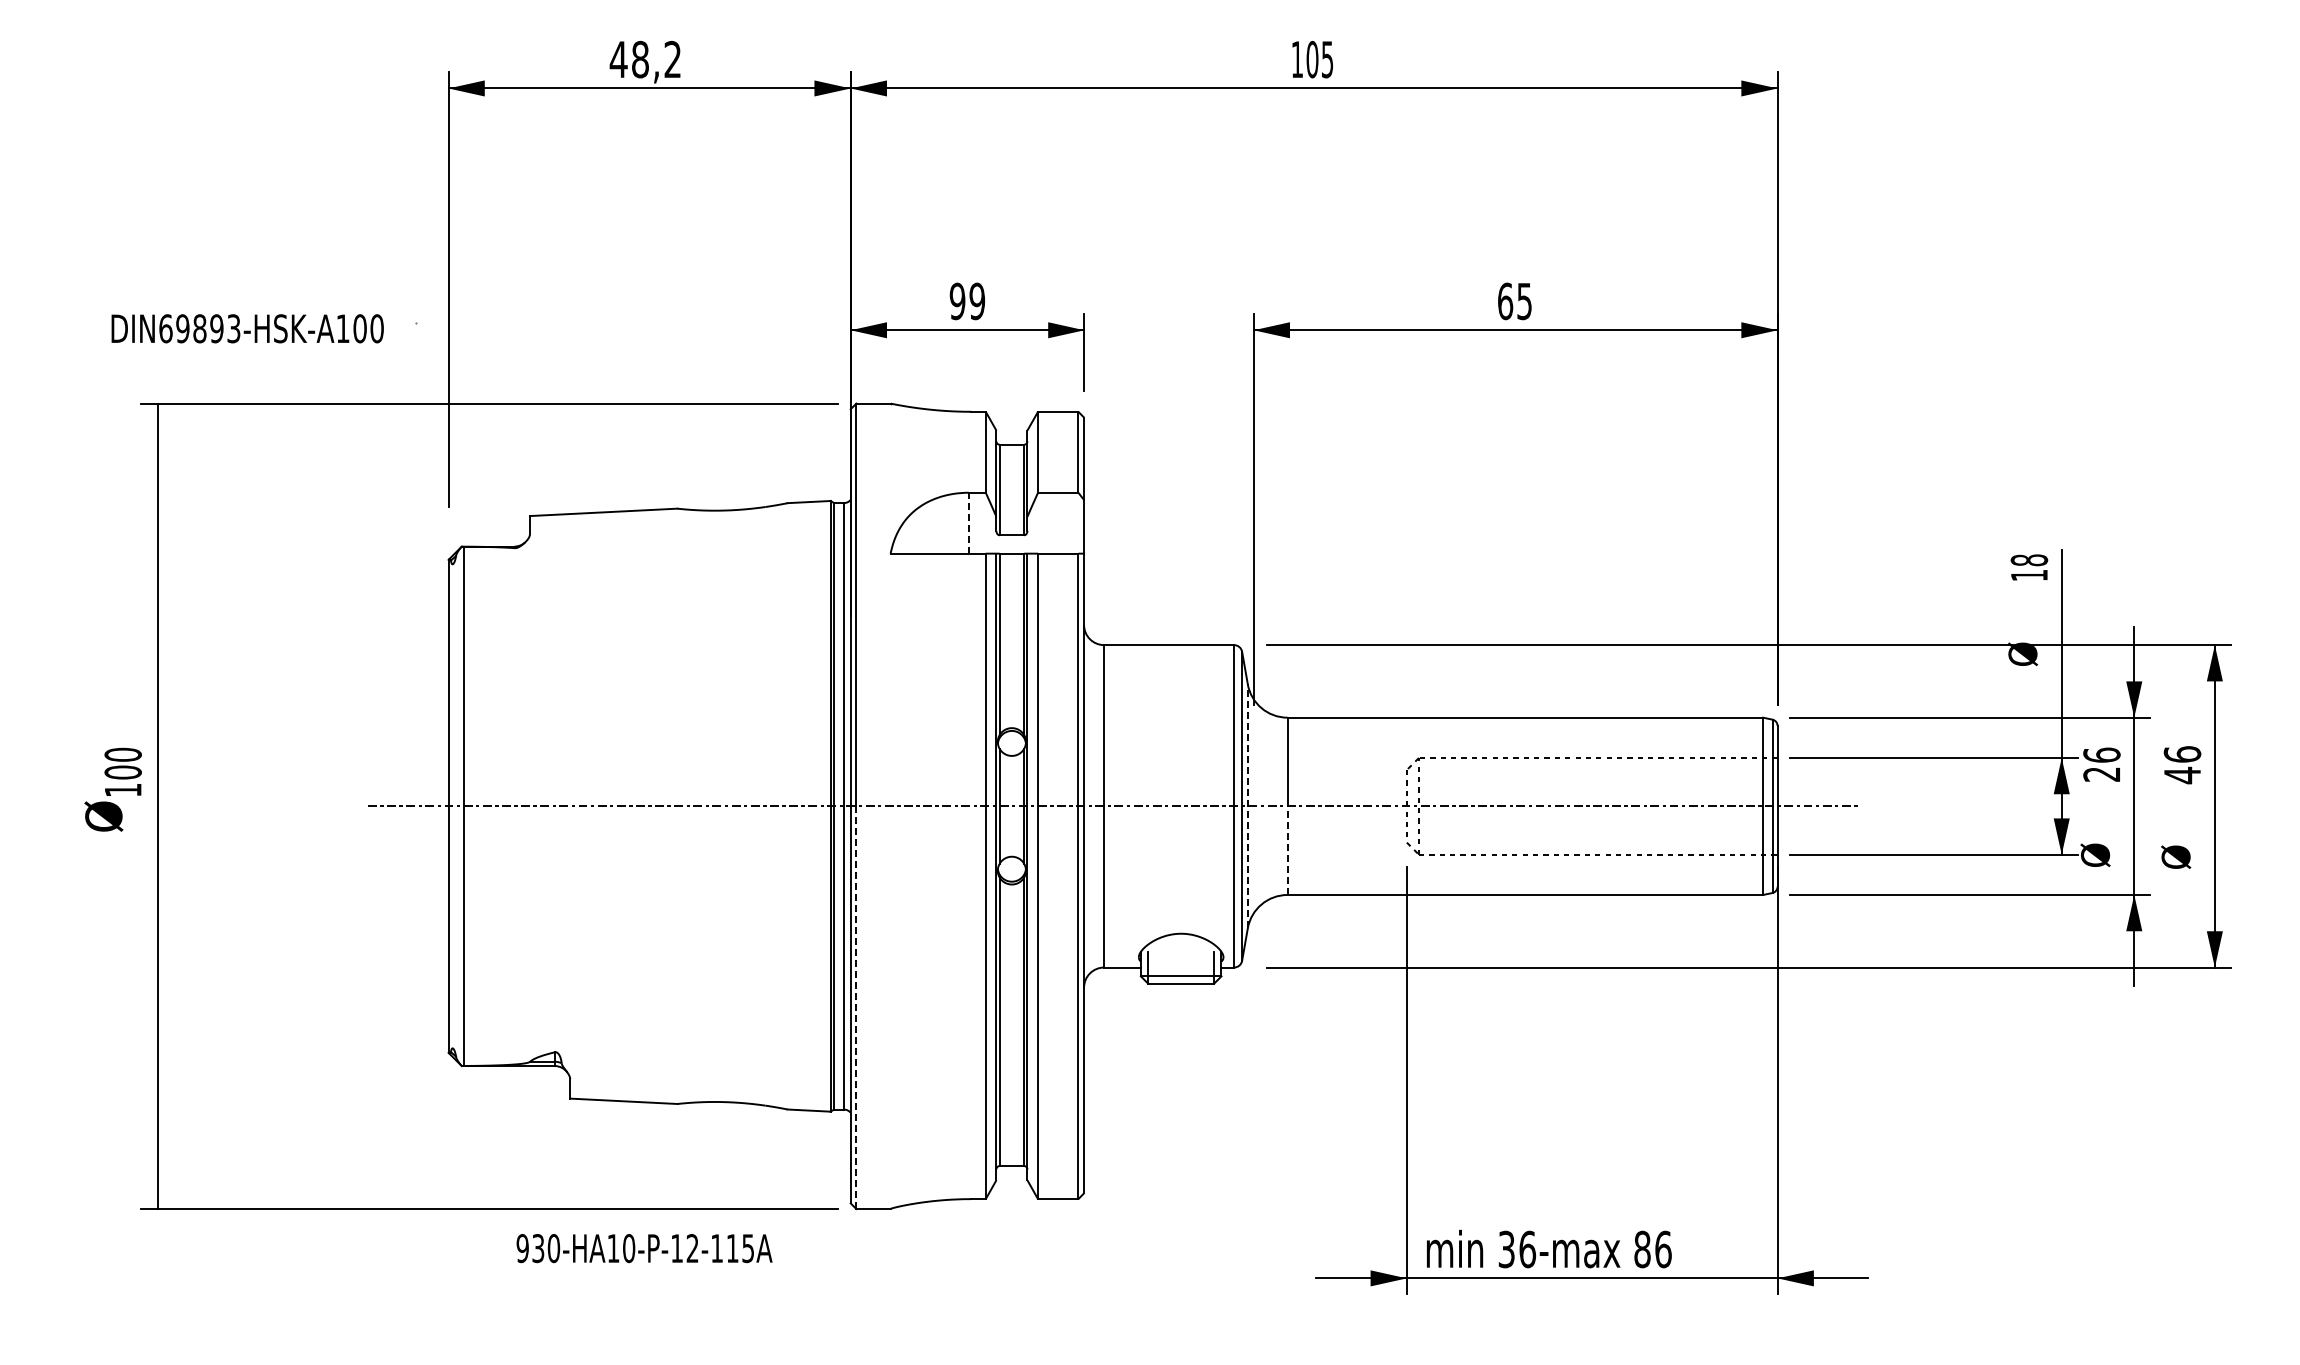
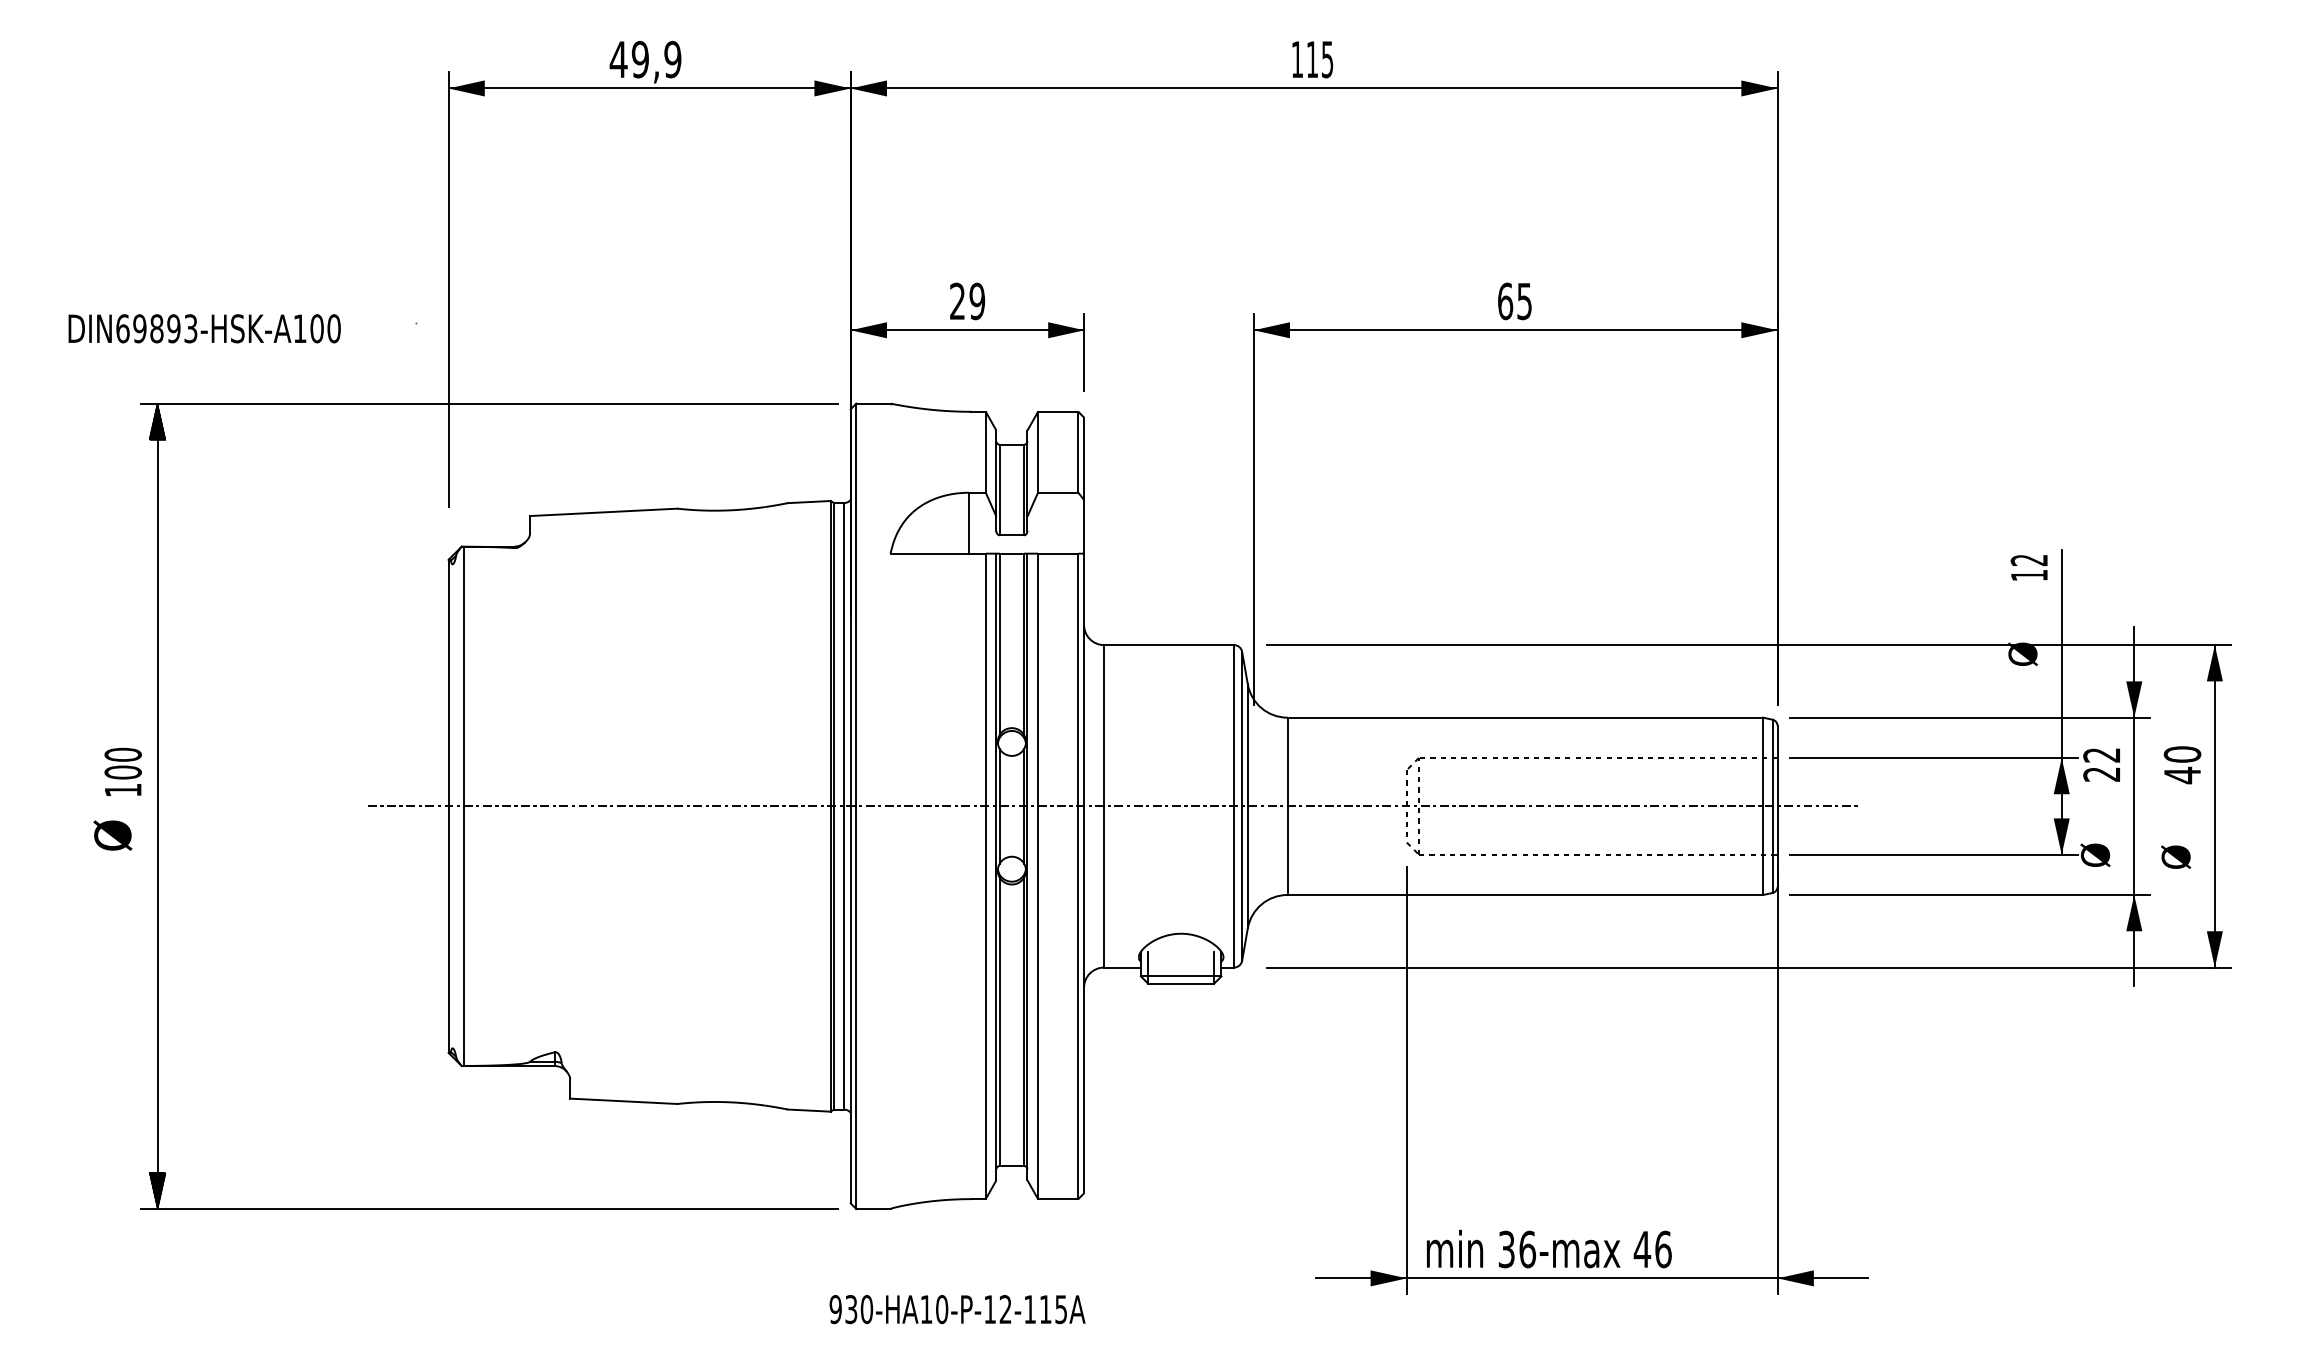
text at (656, 59): 48,2 -> 49,9
text at (1312, 59): 105 -> 115
text at (957, 301): 99 -> 29
text at (247, 328) position: (247, 328) -> (204, 328)
hatch at (157, 421): none -> present
line at (968, 522): dashed -> solid
text at (2029, 560): 18 -> 12
text at (2101, 754): 26 -> 22
text at (2182, 754): 46 -> 40
line at (1247, 806): dashed -> solid
text at (103, 816) position: (103, 816) -> (112, 835)
line at (1287, 850): dashed -> solid
line at (856, 1008): dashed -> solid
hatch at (157, 1190): none -> present
text at (644, 1248) position: (644, 1248) -> (957, 1309)
text at (1642, 1249): 86 -> 46
